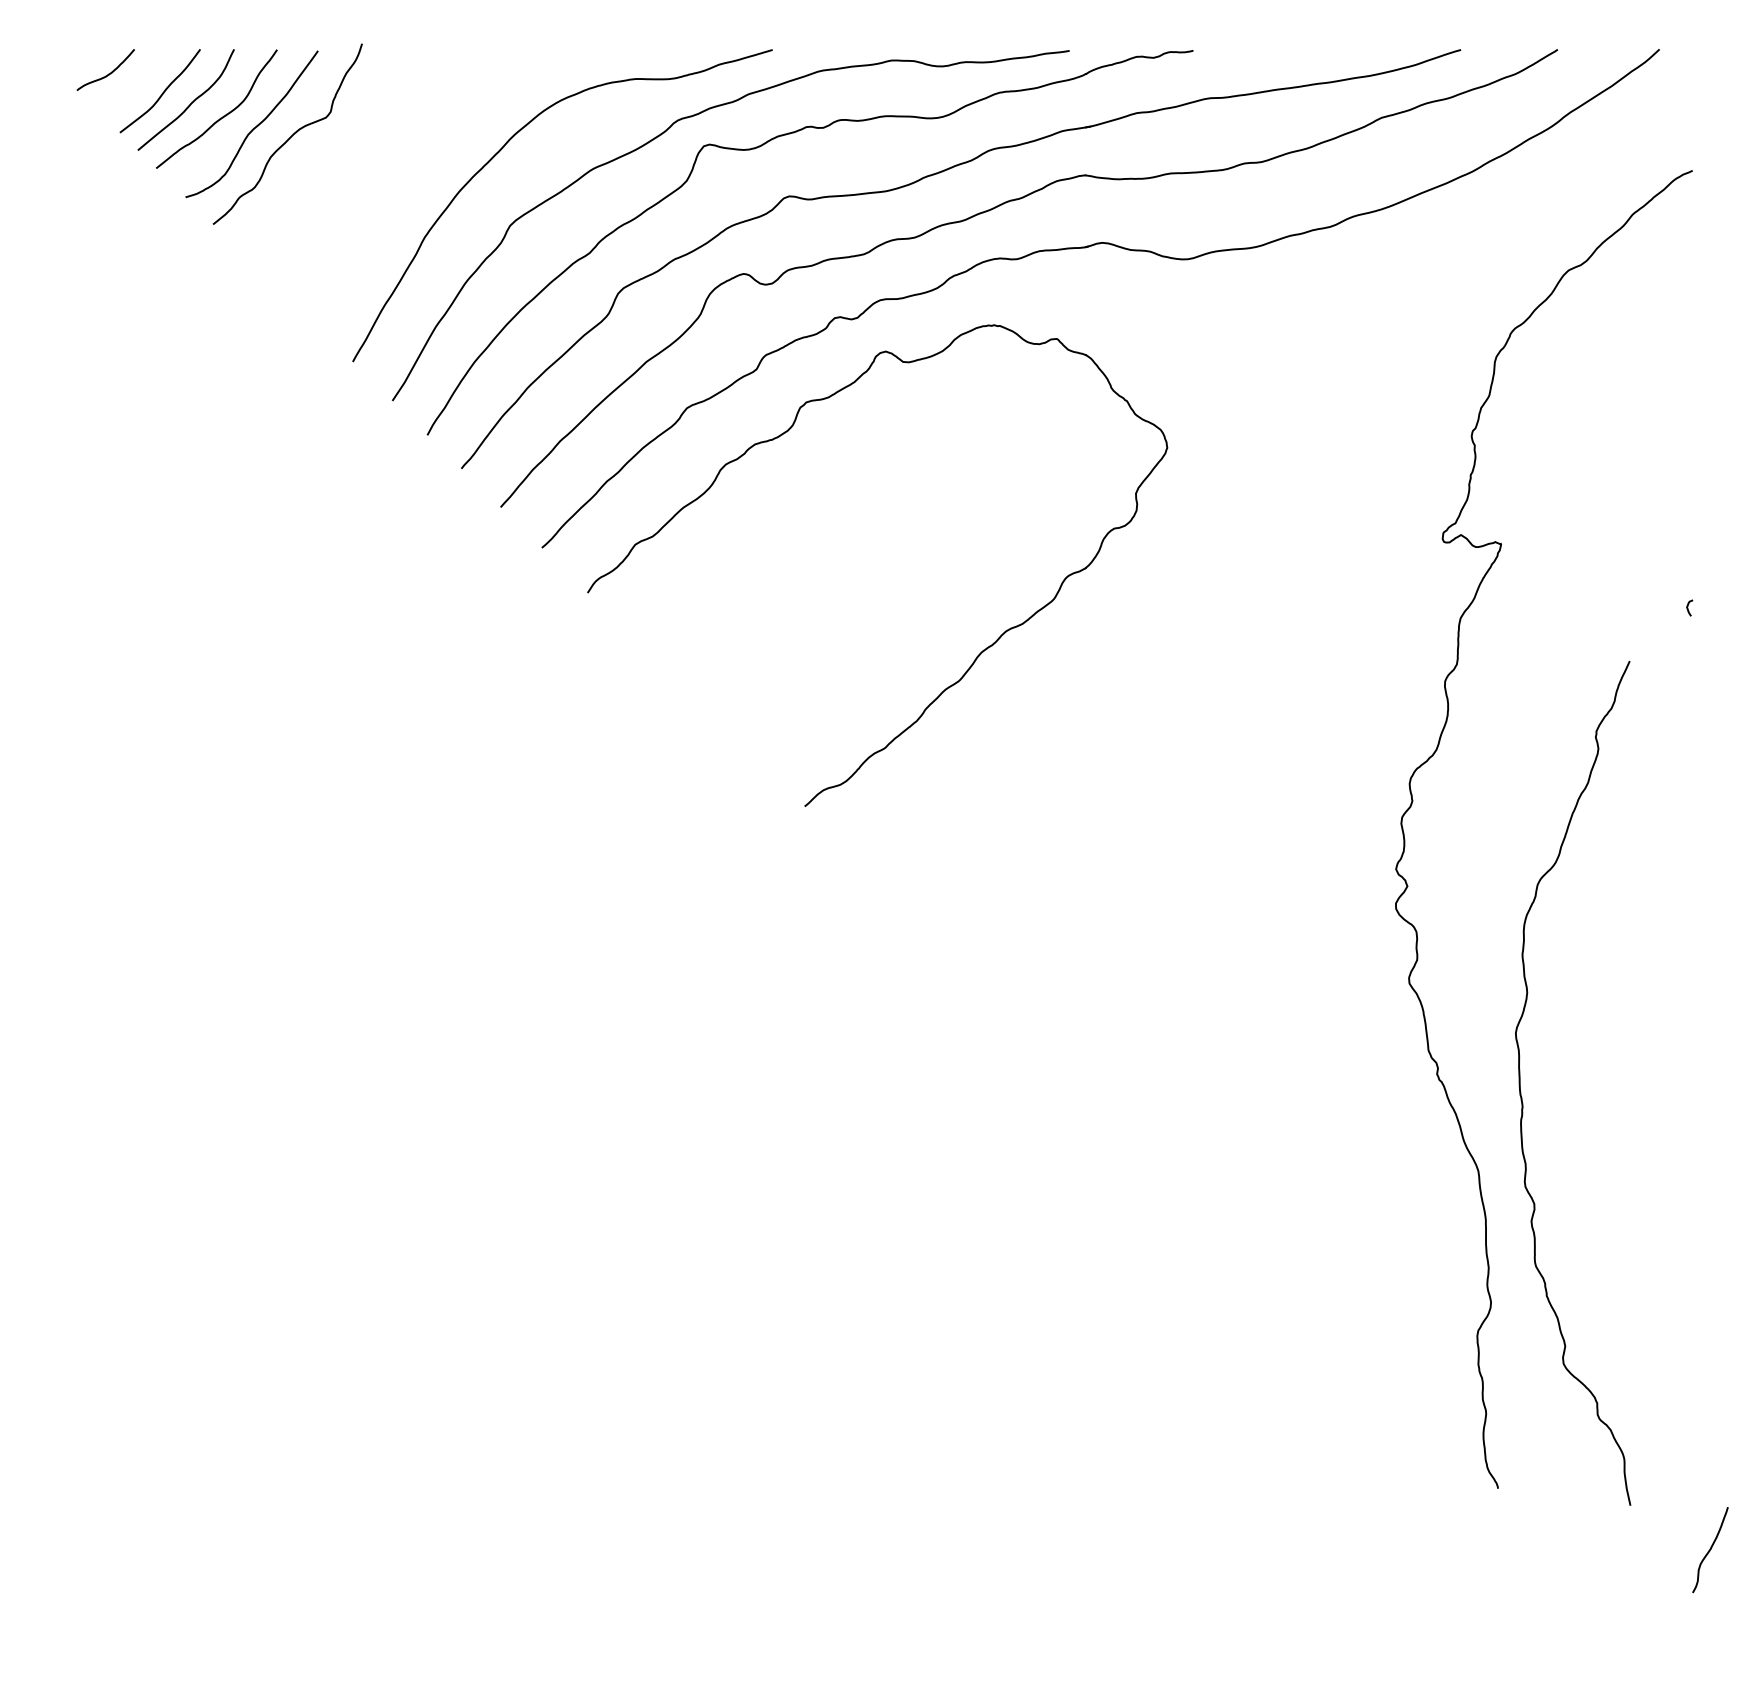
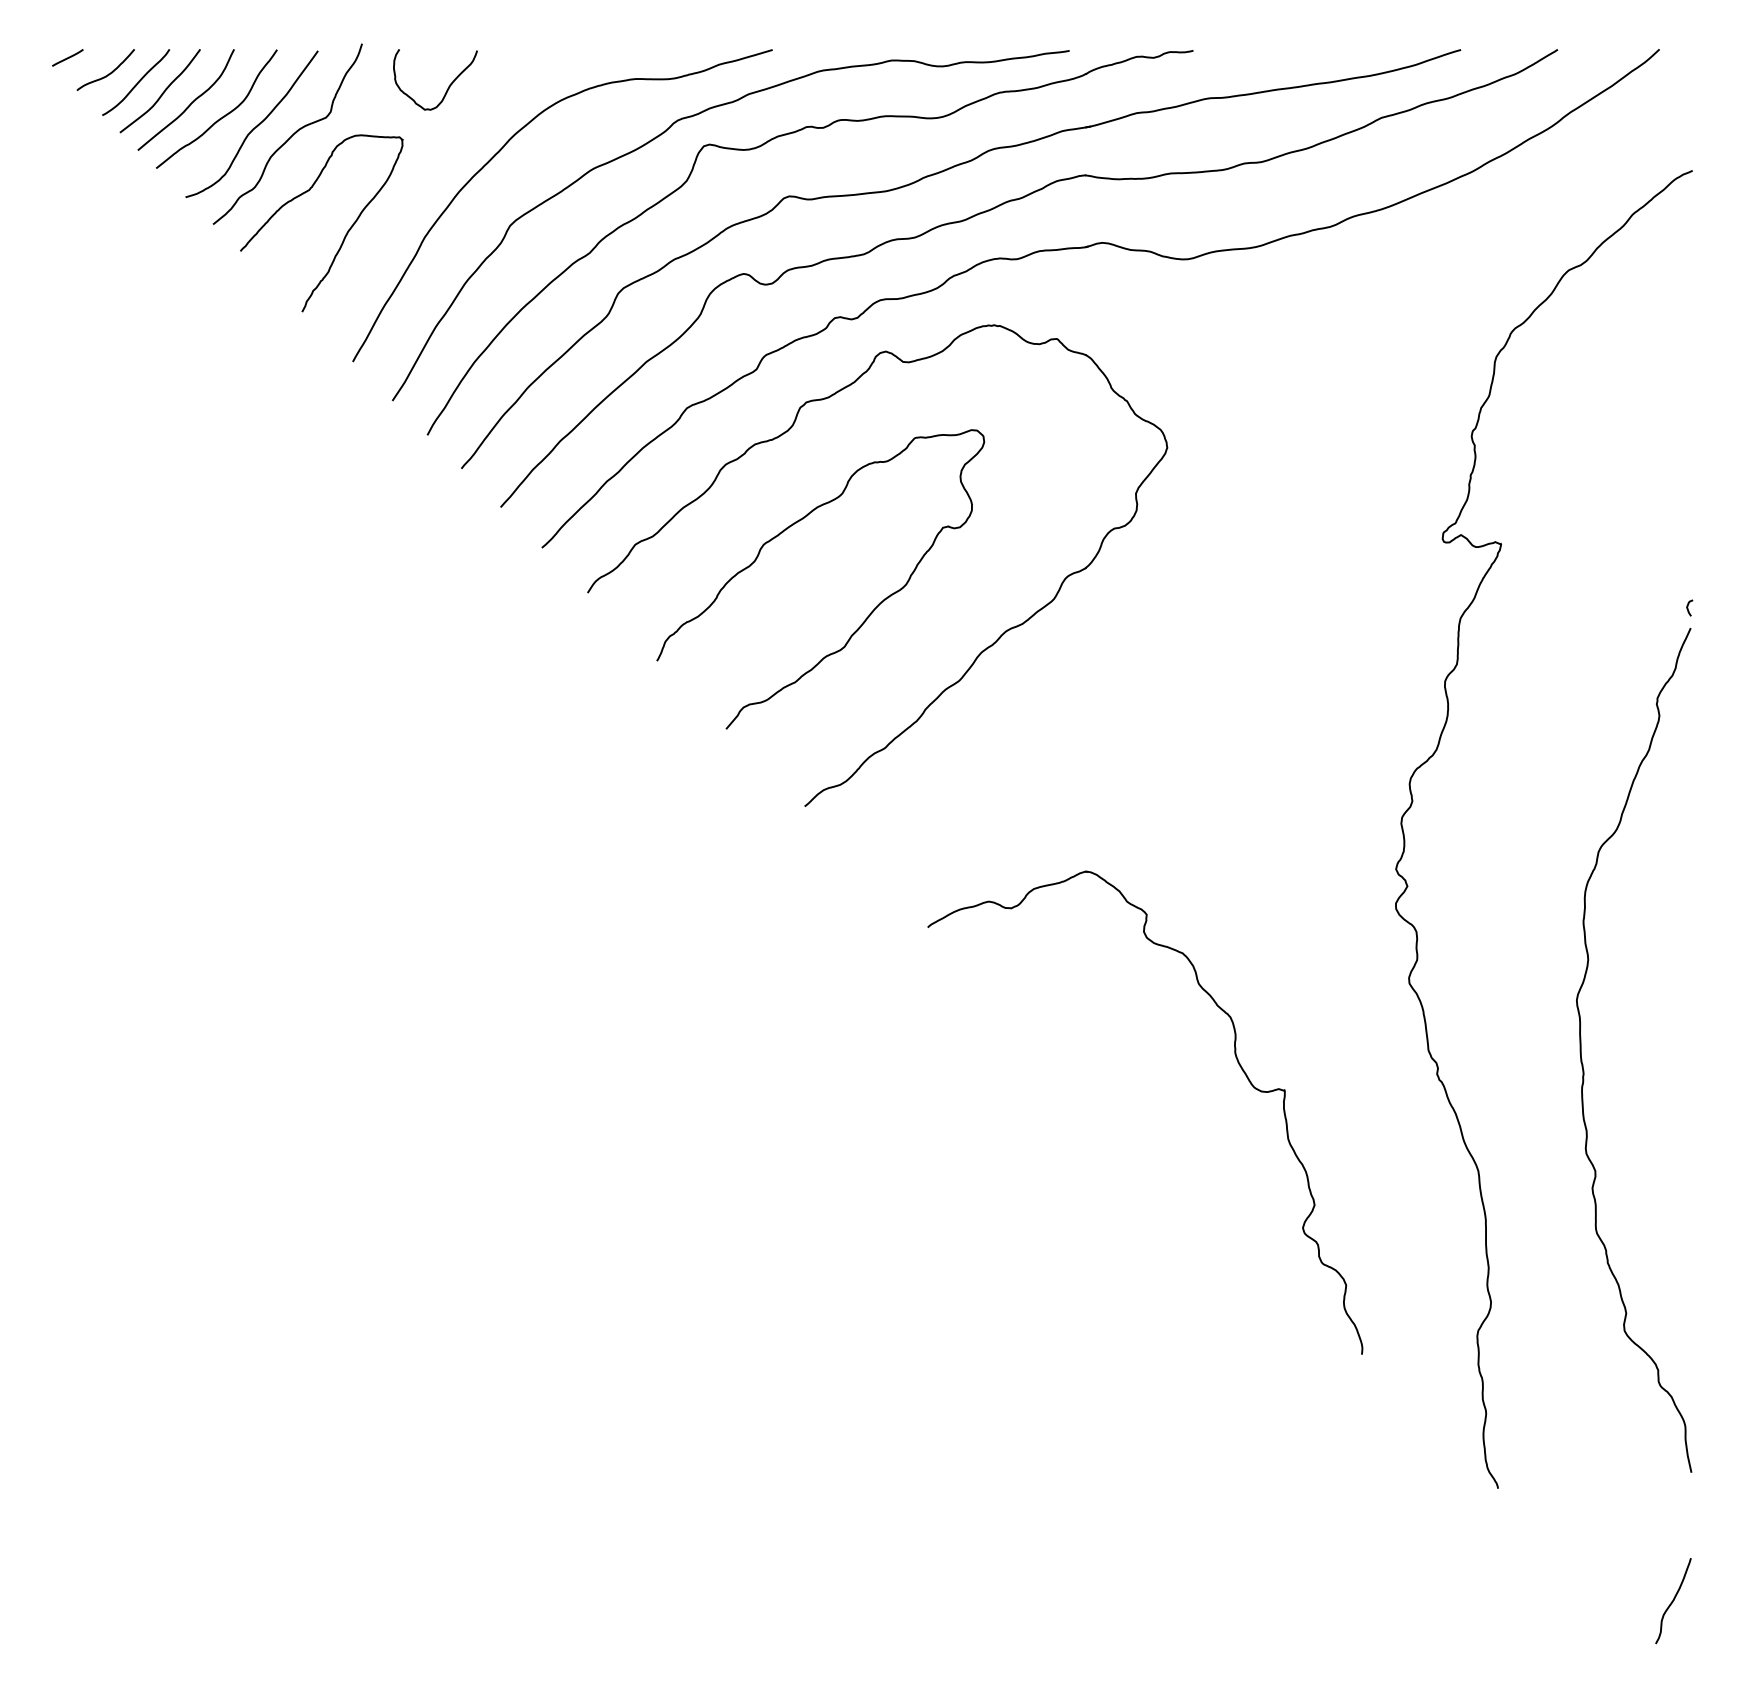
line at (67, 57): none -> present
curve at (136, 83): none -> present
curve at (448, 86): none -> present
curve at (345, 234): none -> present
curve at (865, 618): none -> present
part at (1239, 1066): none -> present
curve at (1521, 1092) position: (1521, 1092) -> (1582, 1059)
curve at (1710, 1550) position: (1710, 1550) -> (1673, 1601)
